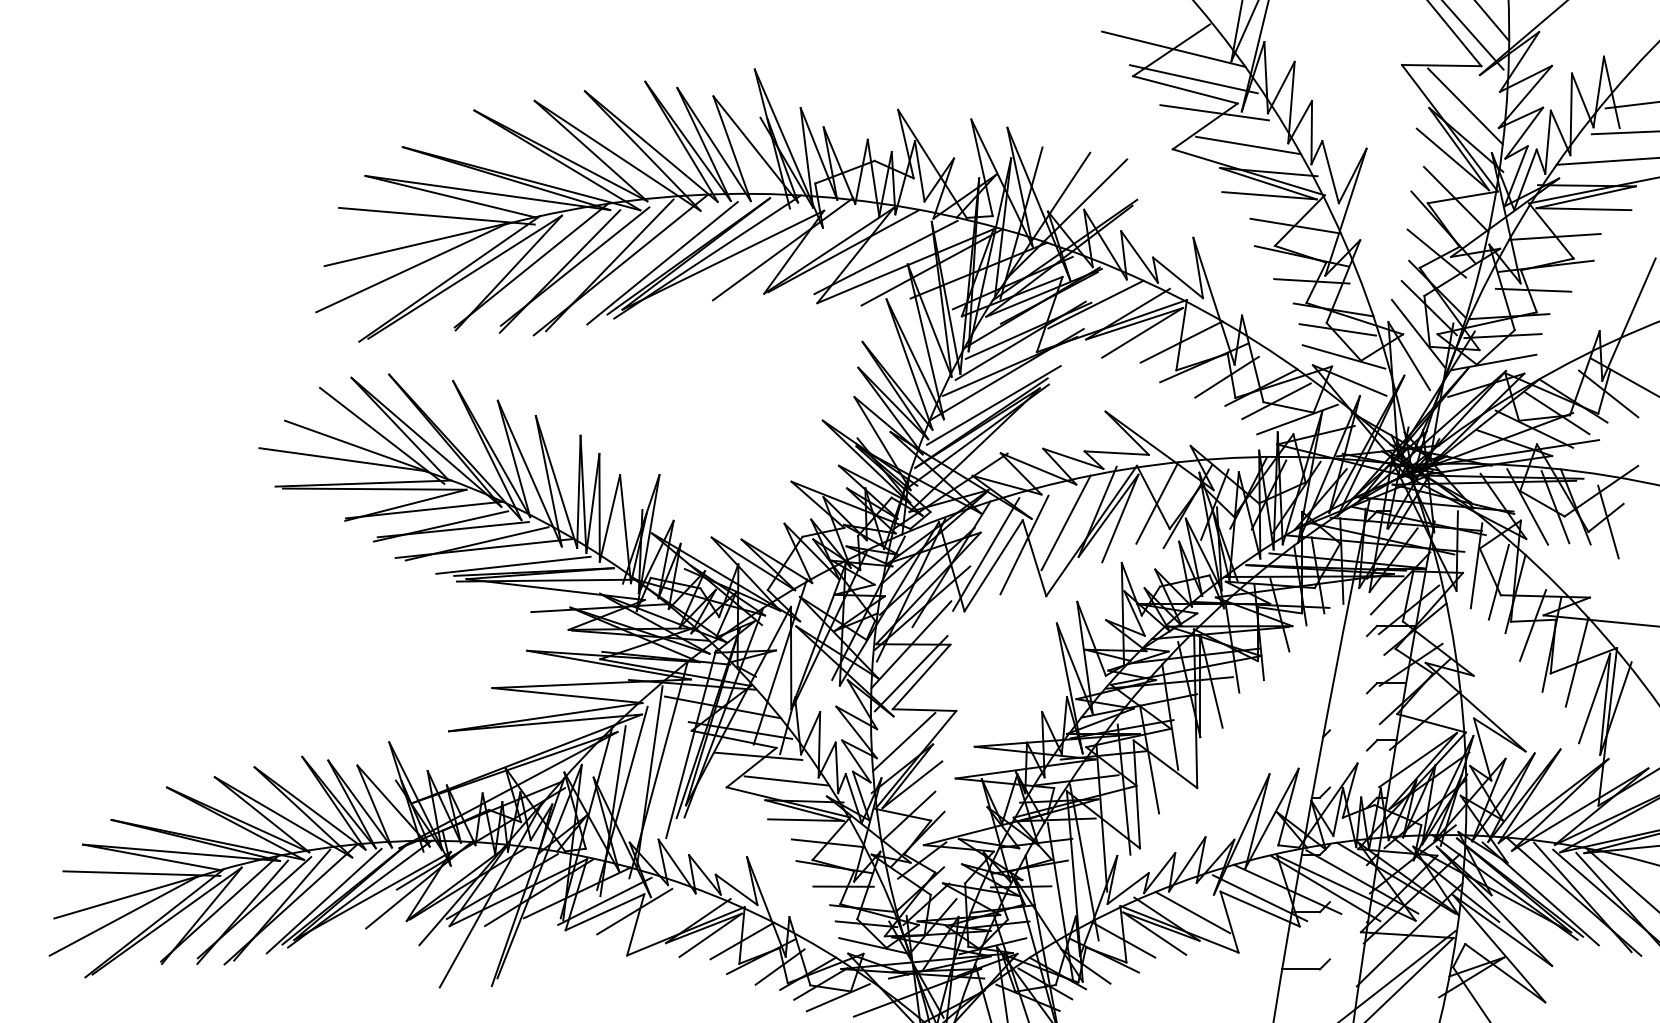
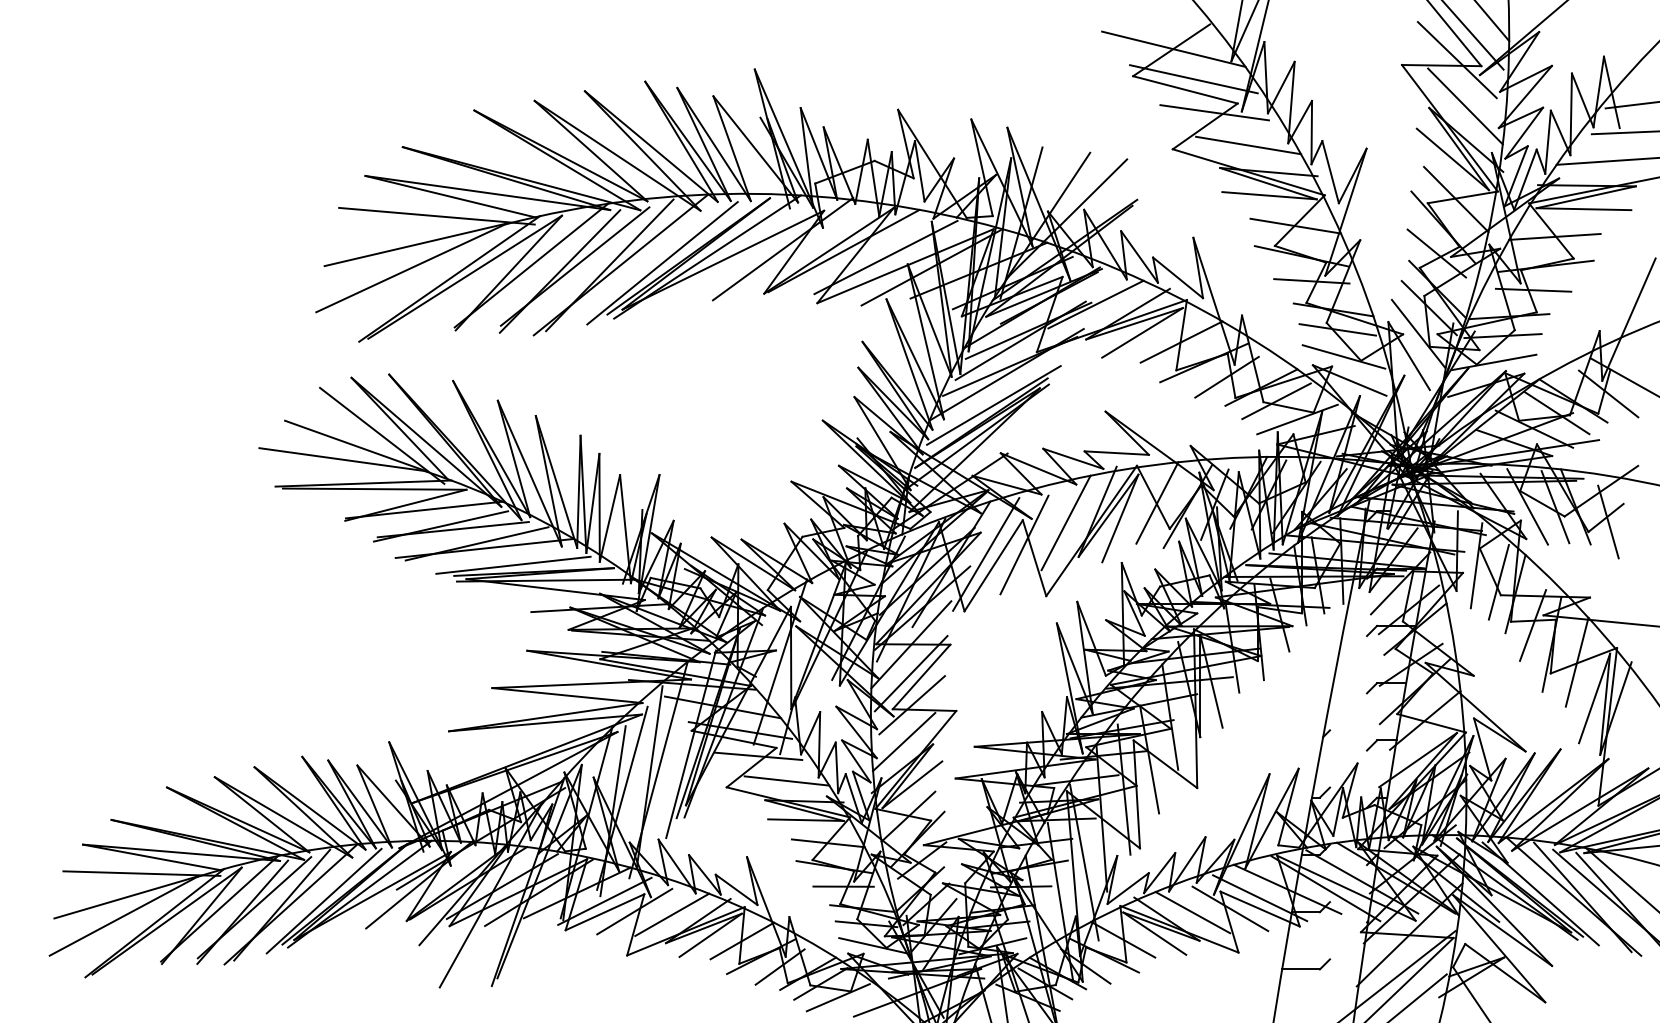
line at (1456, 60): none -> present
line at (911, 705): none -> present
line at (1230, 908): none -> present
line at (672, 914): none -> present
line at (1418, 996): none -> present
